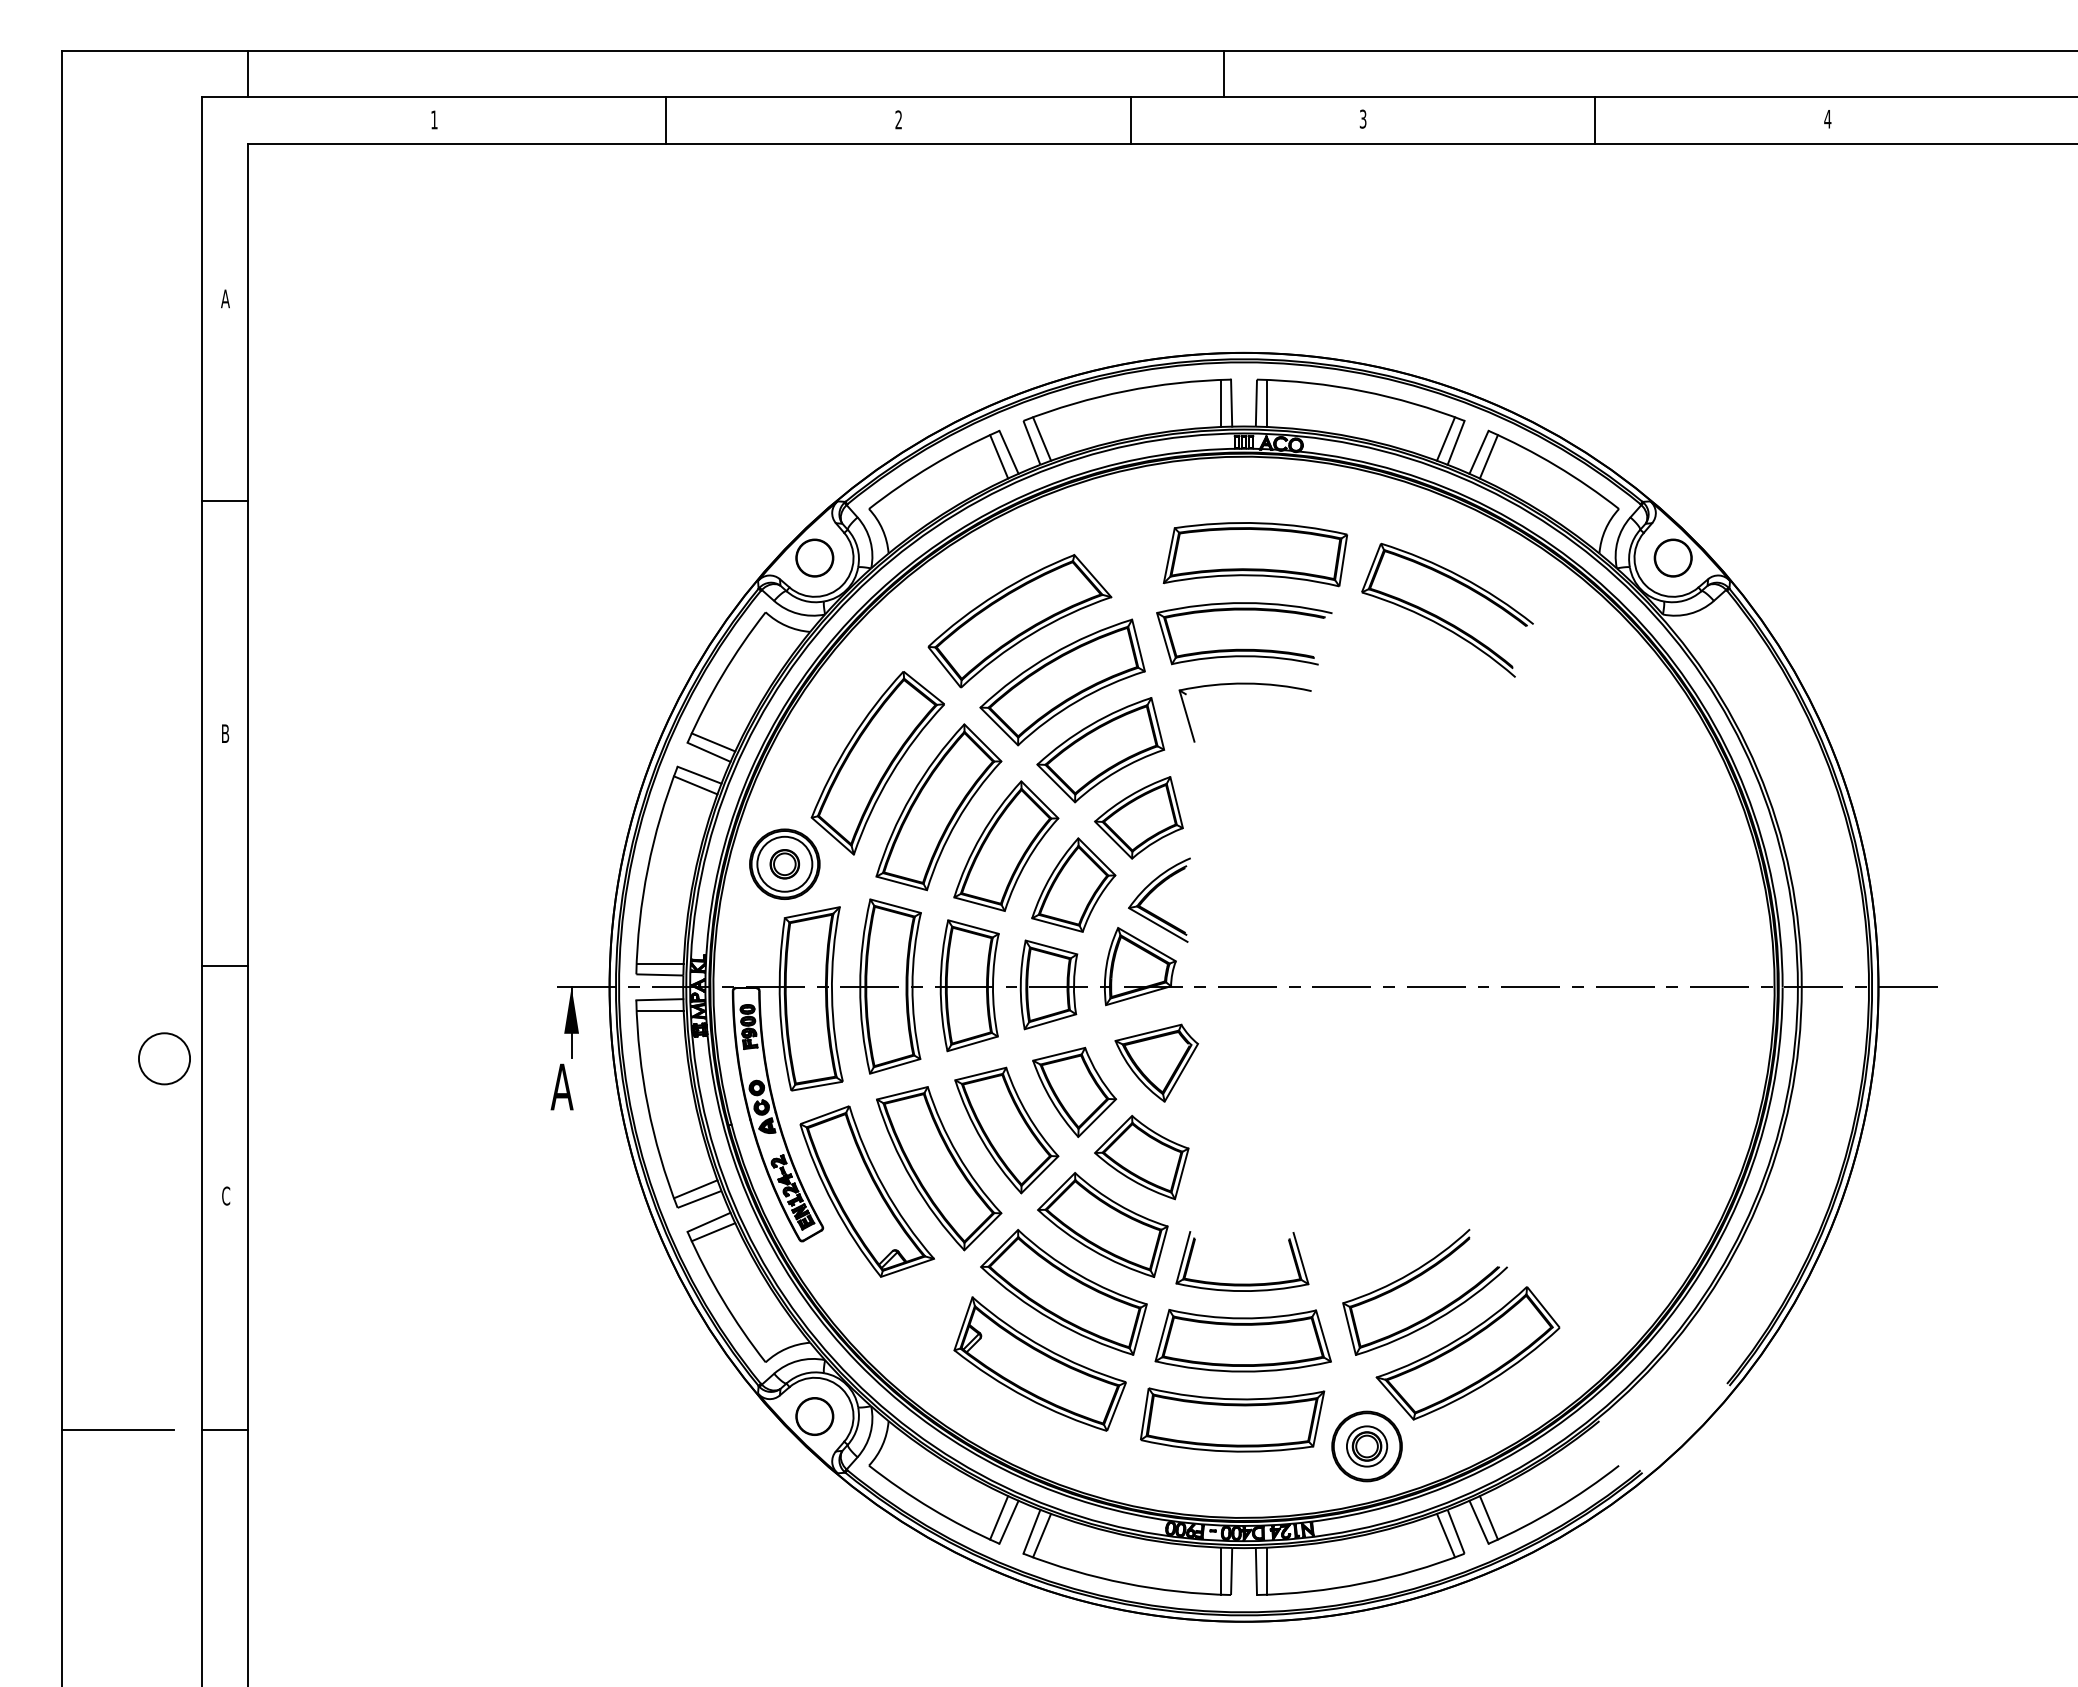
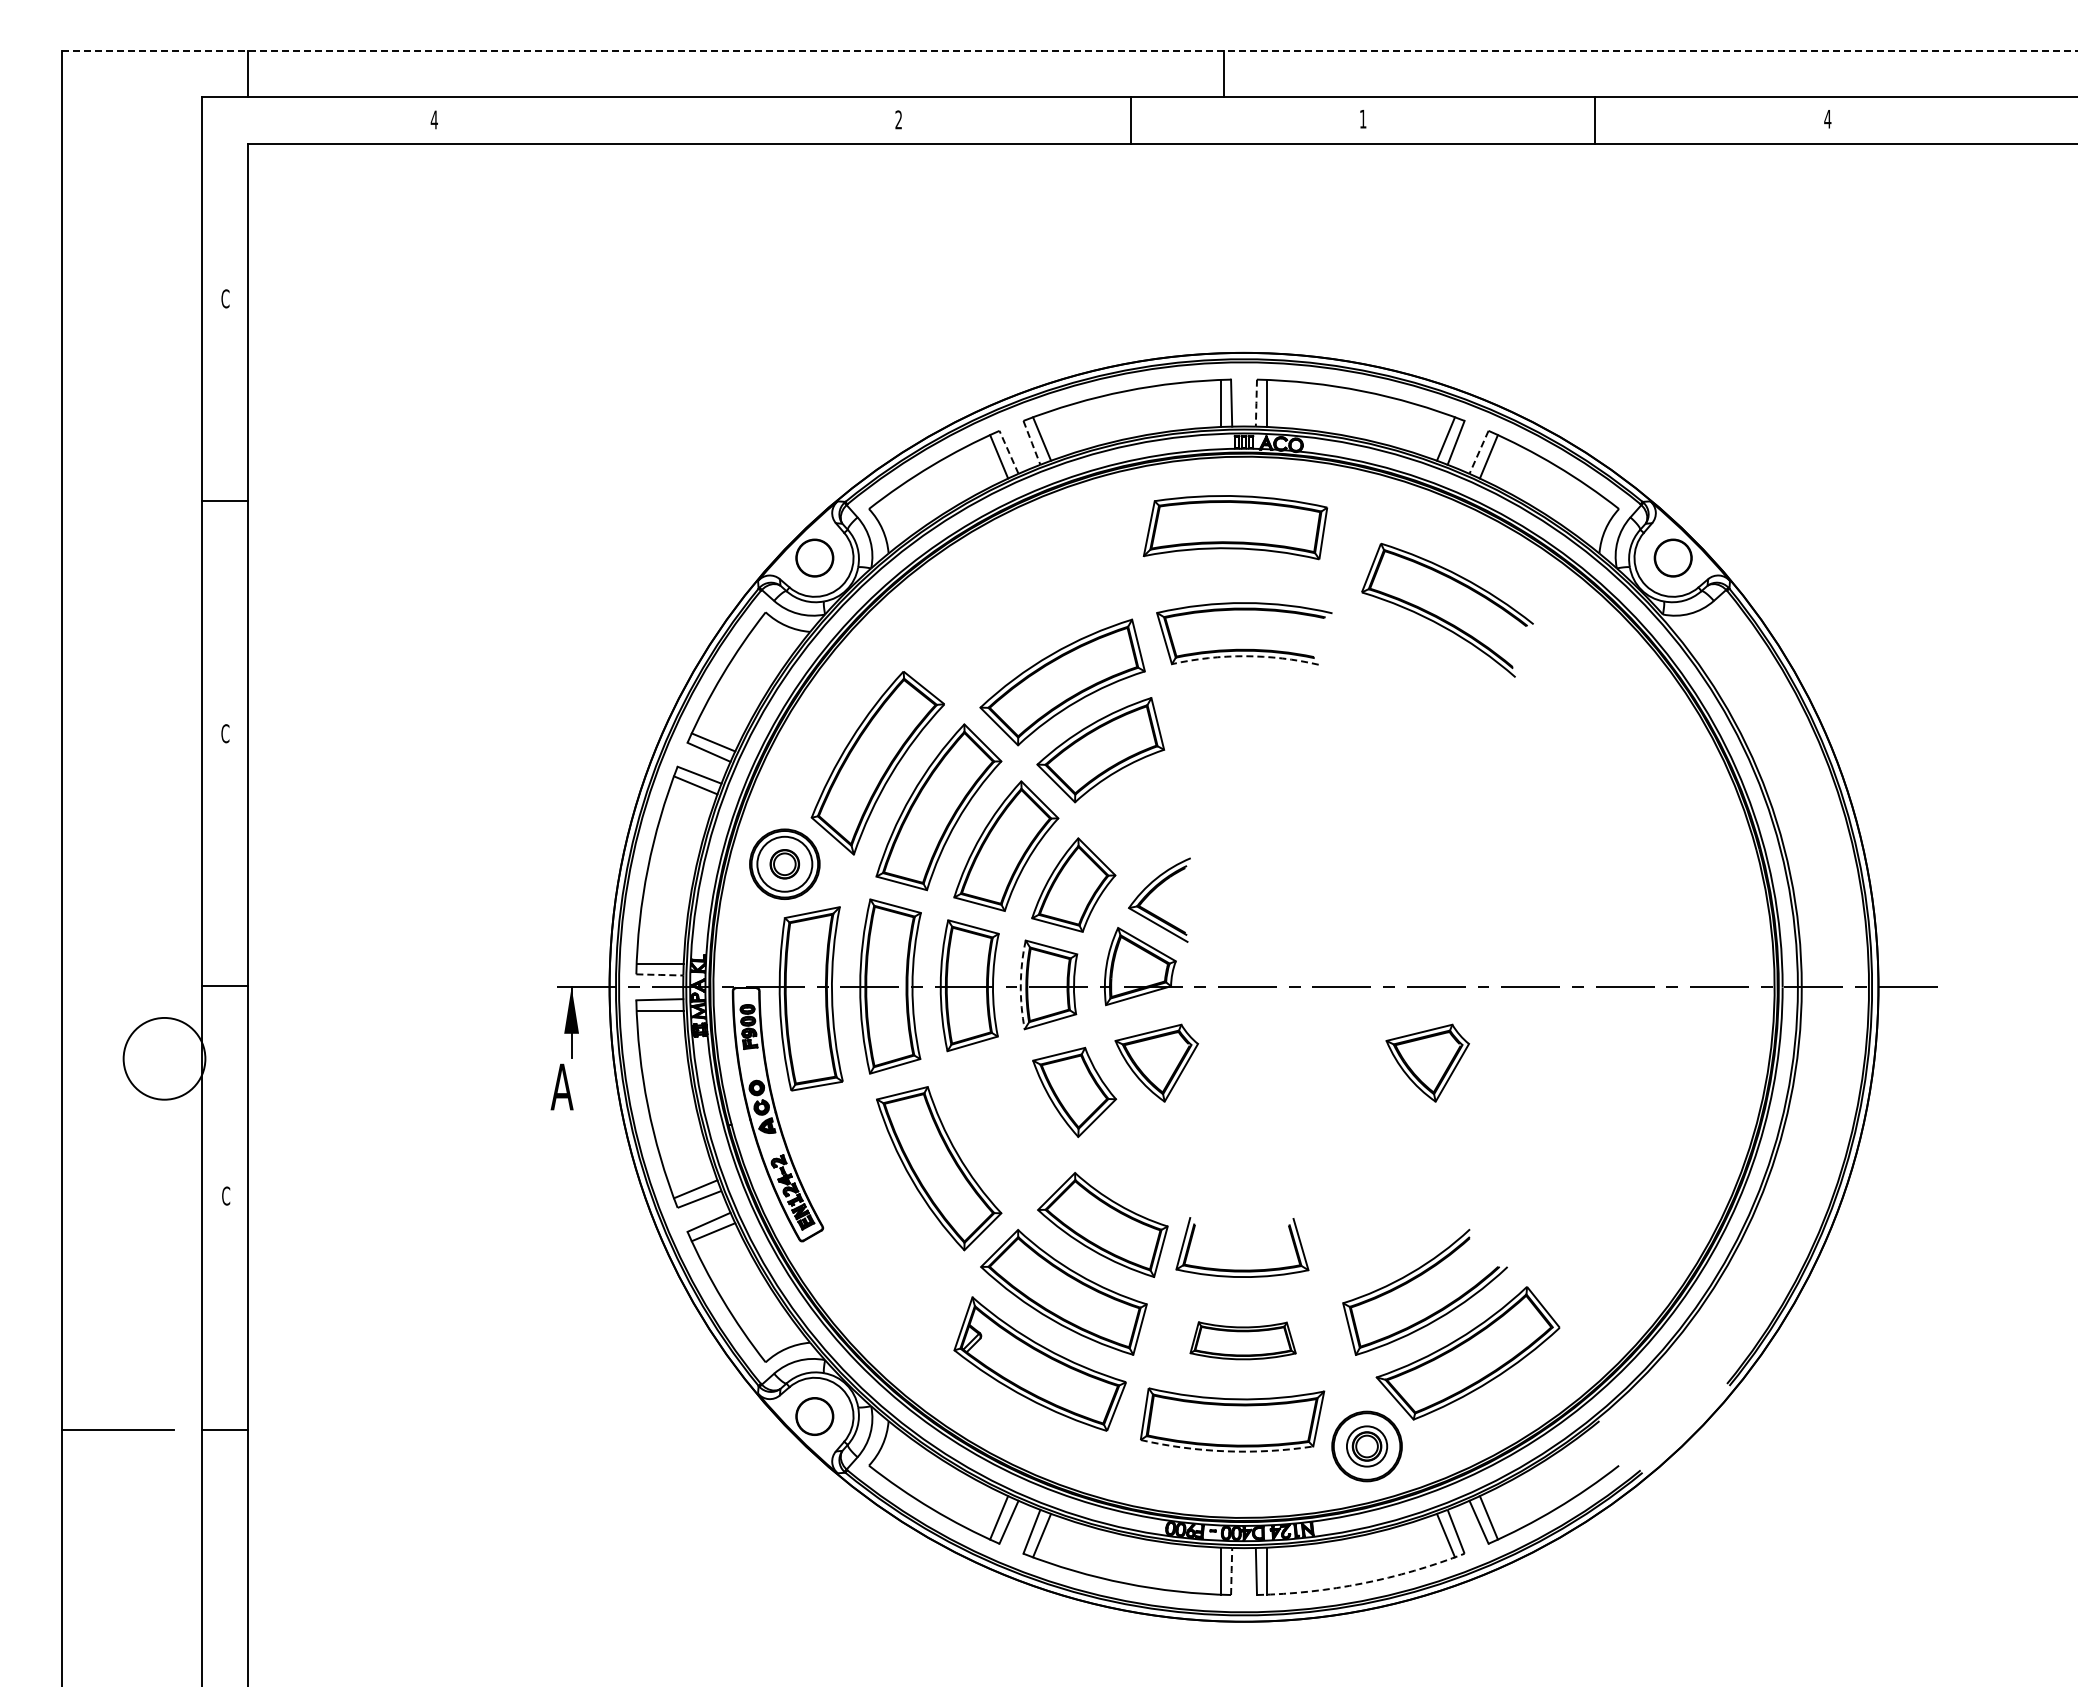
line at (1070, 50): solid -> dashed
text at (1362, 118): 3 -> 1
text at (433, 119): 1 -> 4
line at (666, 120): present -> none
text at (225, 298): A -> C
line at (1256, 403): solid -> dashed
line at (1032, 443): solid -> dashed
line at (1009, 452): solid -> dashed
line at (1479, 452): solid -> dashed
part at (1255, 554) position: (1255, 554) -> (1235, 527)
part at (1019, 621): present -> none
arc at (1245, 656): solid -> dashed
part at (1244, 684): present -> none
text at (225, 733): B -> C
part at (1138, 817): present -> none
line at (224, 965) position: (224, 965) -> (224, 985)
line at (660, 974): solid -> dashed
arc at (1020, 984): solid -> dashed
circle at (164, 1058) diameter: 51 px -> 82 px
part at (1427, 1062): none -> present
part at (1006, 1130): present -> none
part at (1141, 1157): present -> none
part at (866, 1191): present -> none
part at (1242, 1283) position: (1242, 1283) -> (1242, 1269)
part at (1242, 1340) size: 178x64 px -> 108x40 px
arc at (1226, 1451): solid -> dashed
line at (1231, 1571): solid -> dashed
arc at (1362, 1583): solid -> dashed
